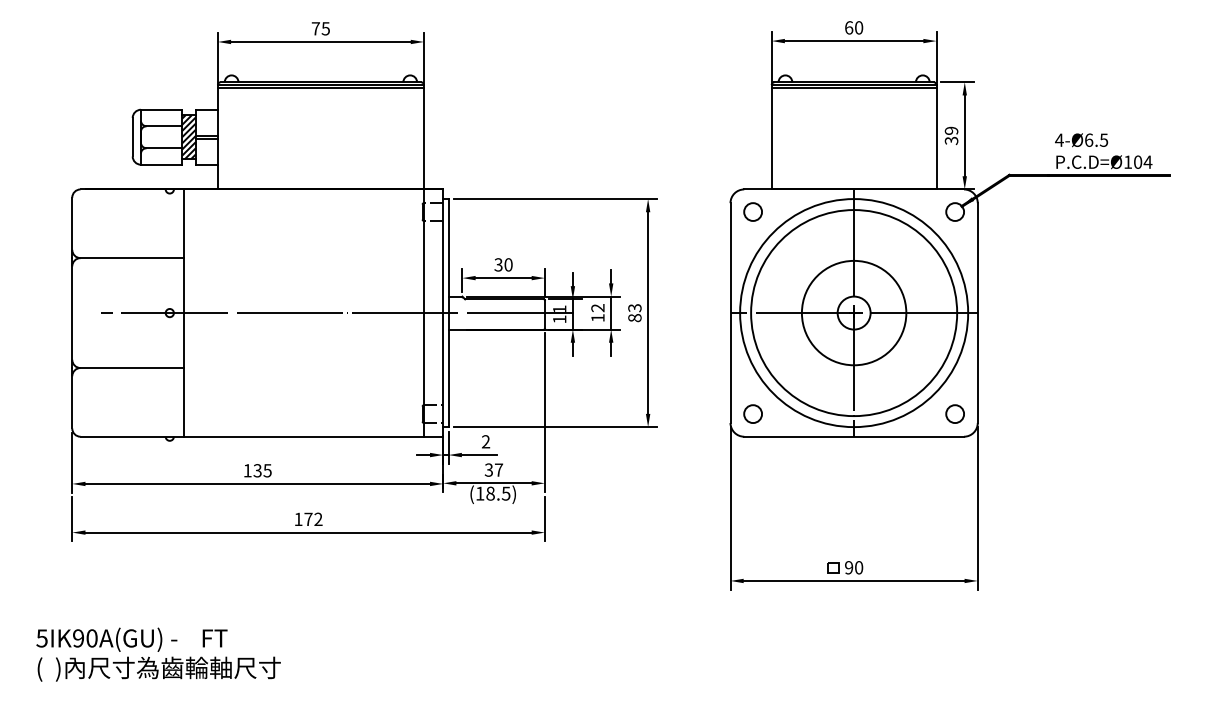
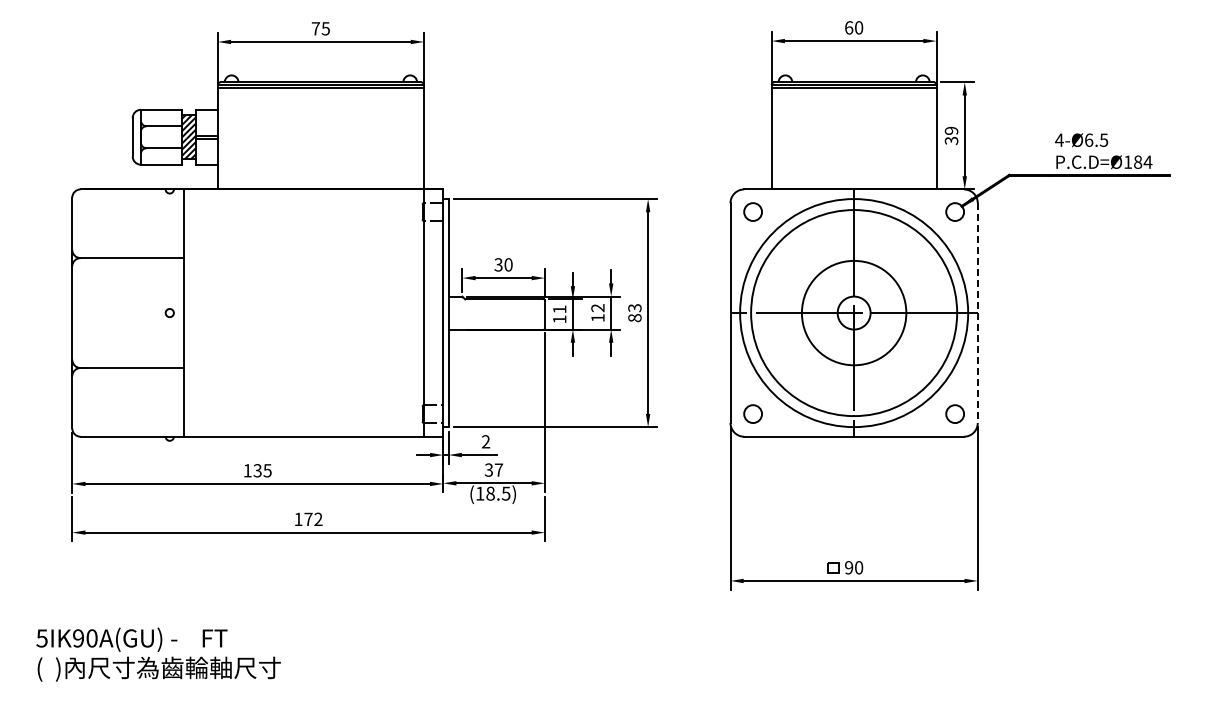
text at (1138, 162): P.C.D=Ø104 -> P.C.D=Ø184
line at (337, 313): present -> none
line at (977, 313): solid -> dashed
